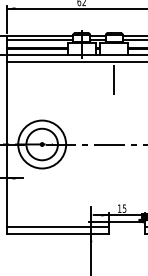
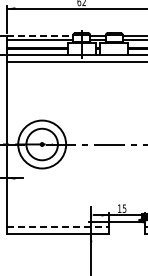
line at (40, 35): solid -> dashed
line at (114, 79): present -> none
line at (58, 227): solid -> dashed
